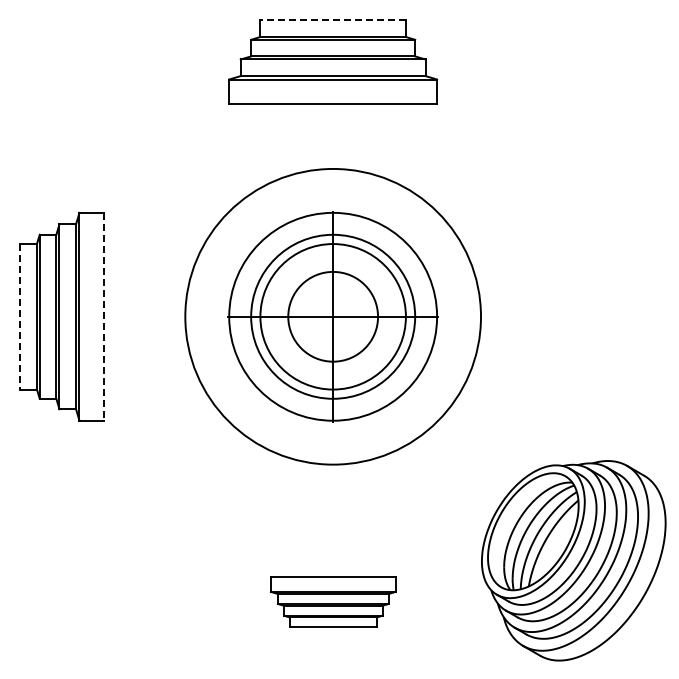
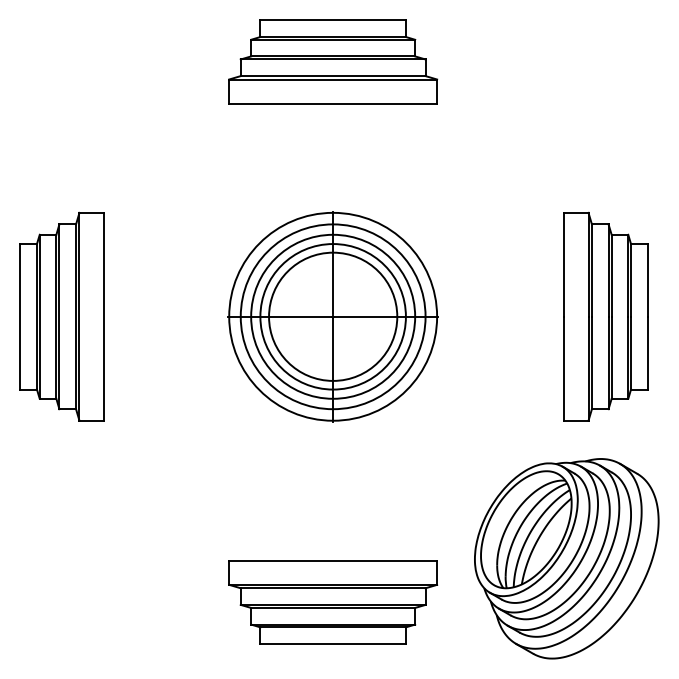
line at (333, 20): dashed -> solid
line at (20, 316): dashed -> solid
line at (103, 316): dashed -> solid
circle at (333, 316) diameter: 296 px -> 185 px
circle at (333, 316) diameter: 90 px -> 128 px
part at (605, 316): none -> present
part at (573, 560) position: (573, 560) -> (566, 558)
part at (333, 601) size: 127x52 px -> 211x85 px
